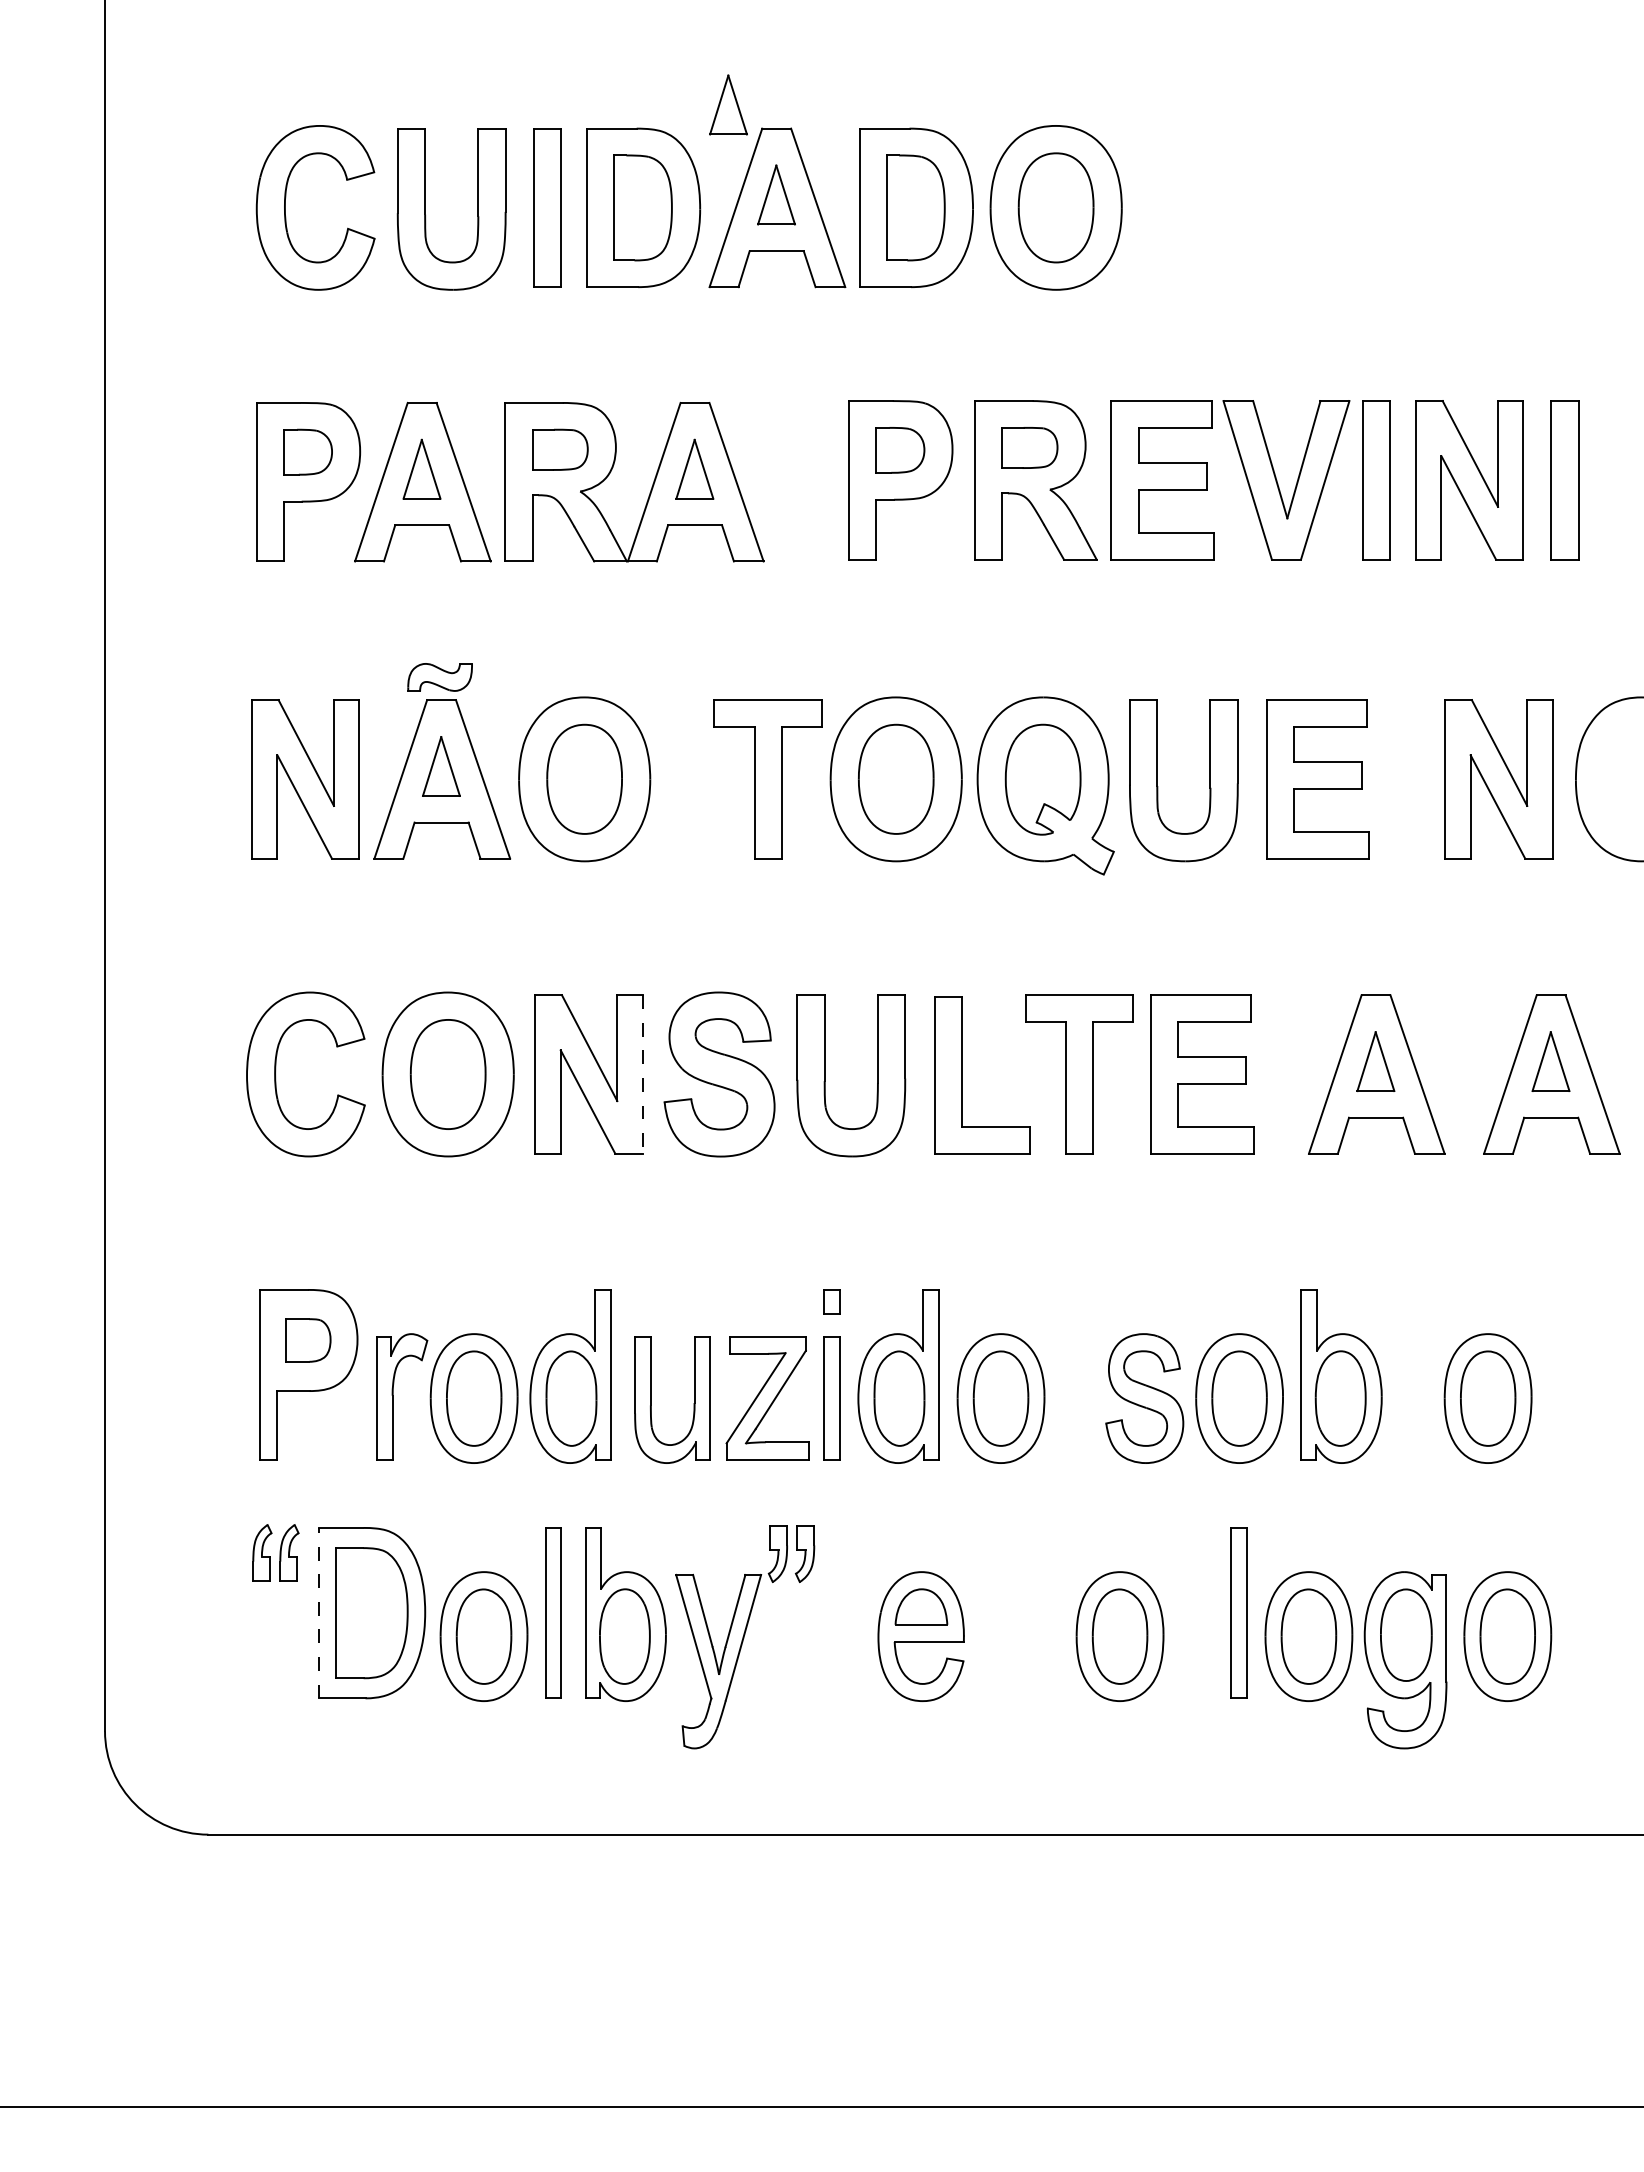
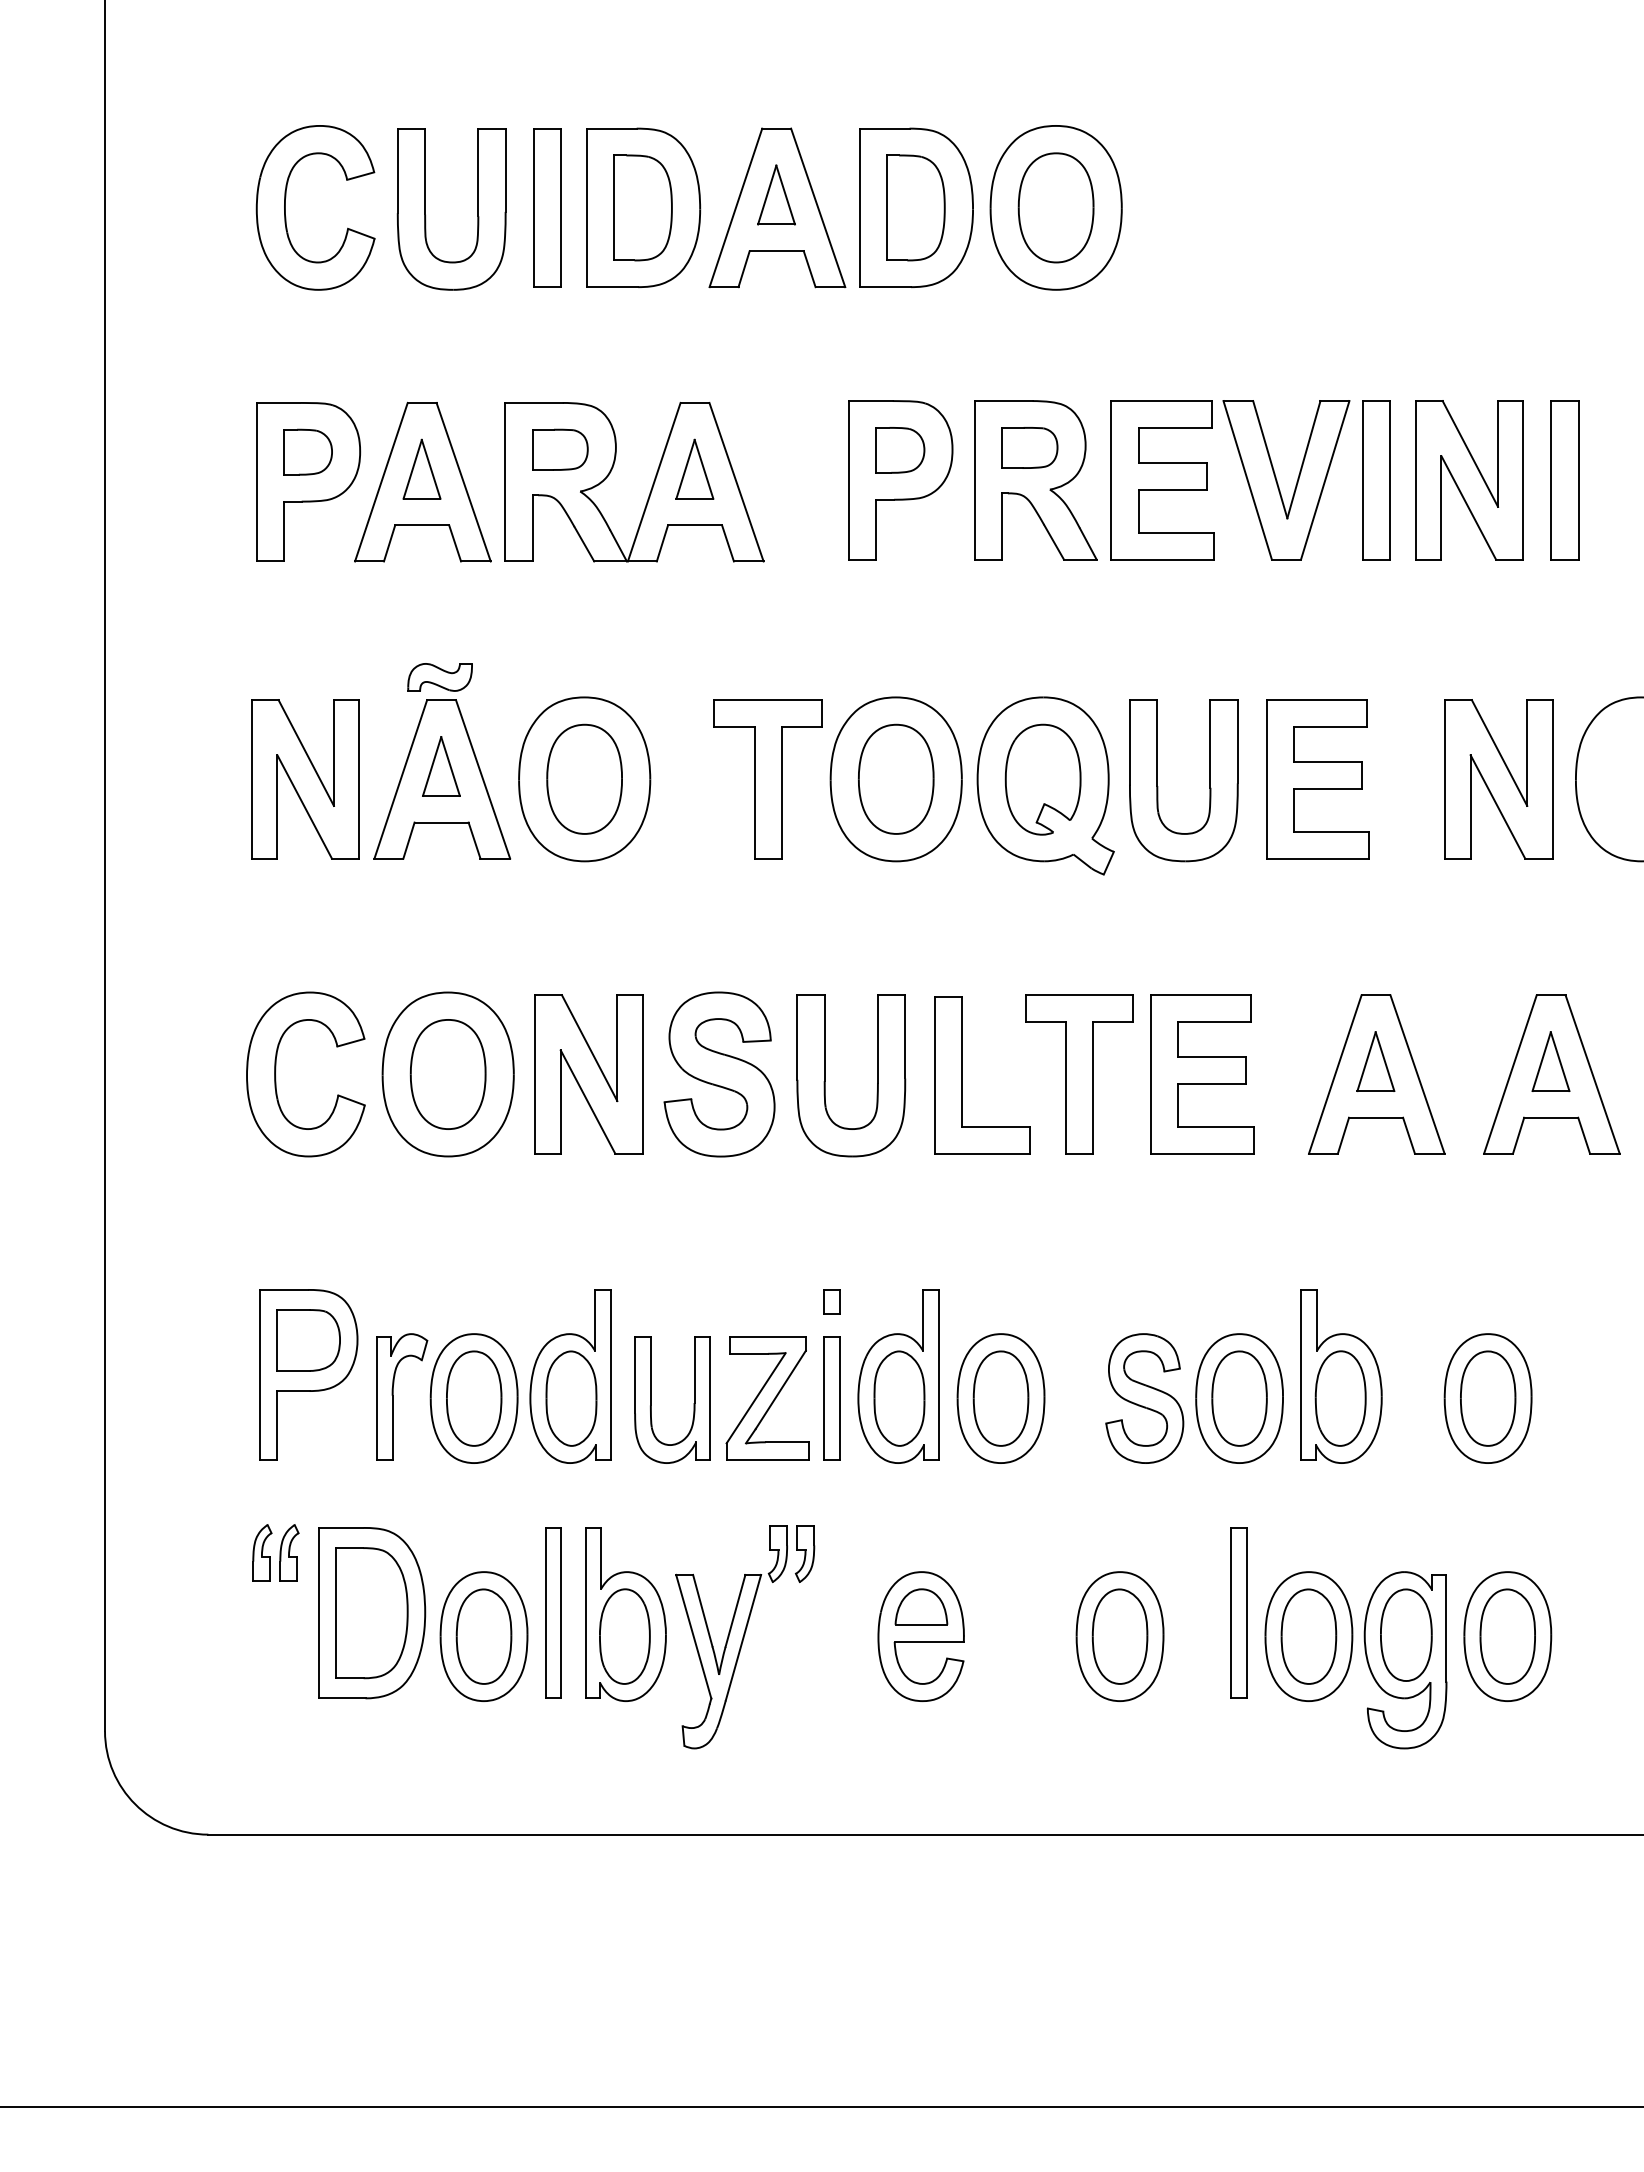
part at (728, 104): present -> none
line at (642, 1075): dashed -> solid
part at (308, 1340) size: 47x45 px -> 65x63 px
line at (319, 1612): dashed -> solid
